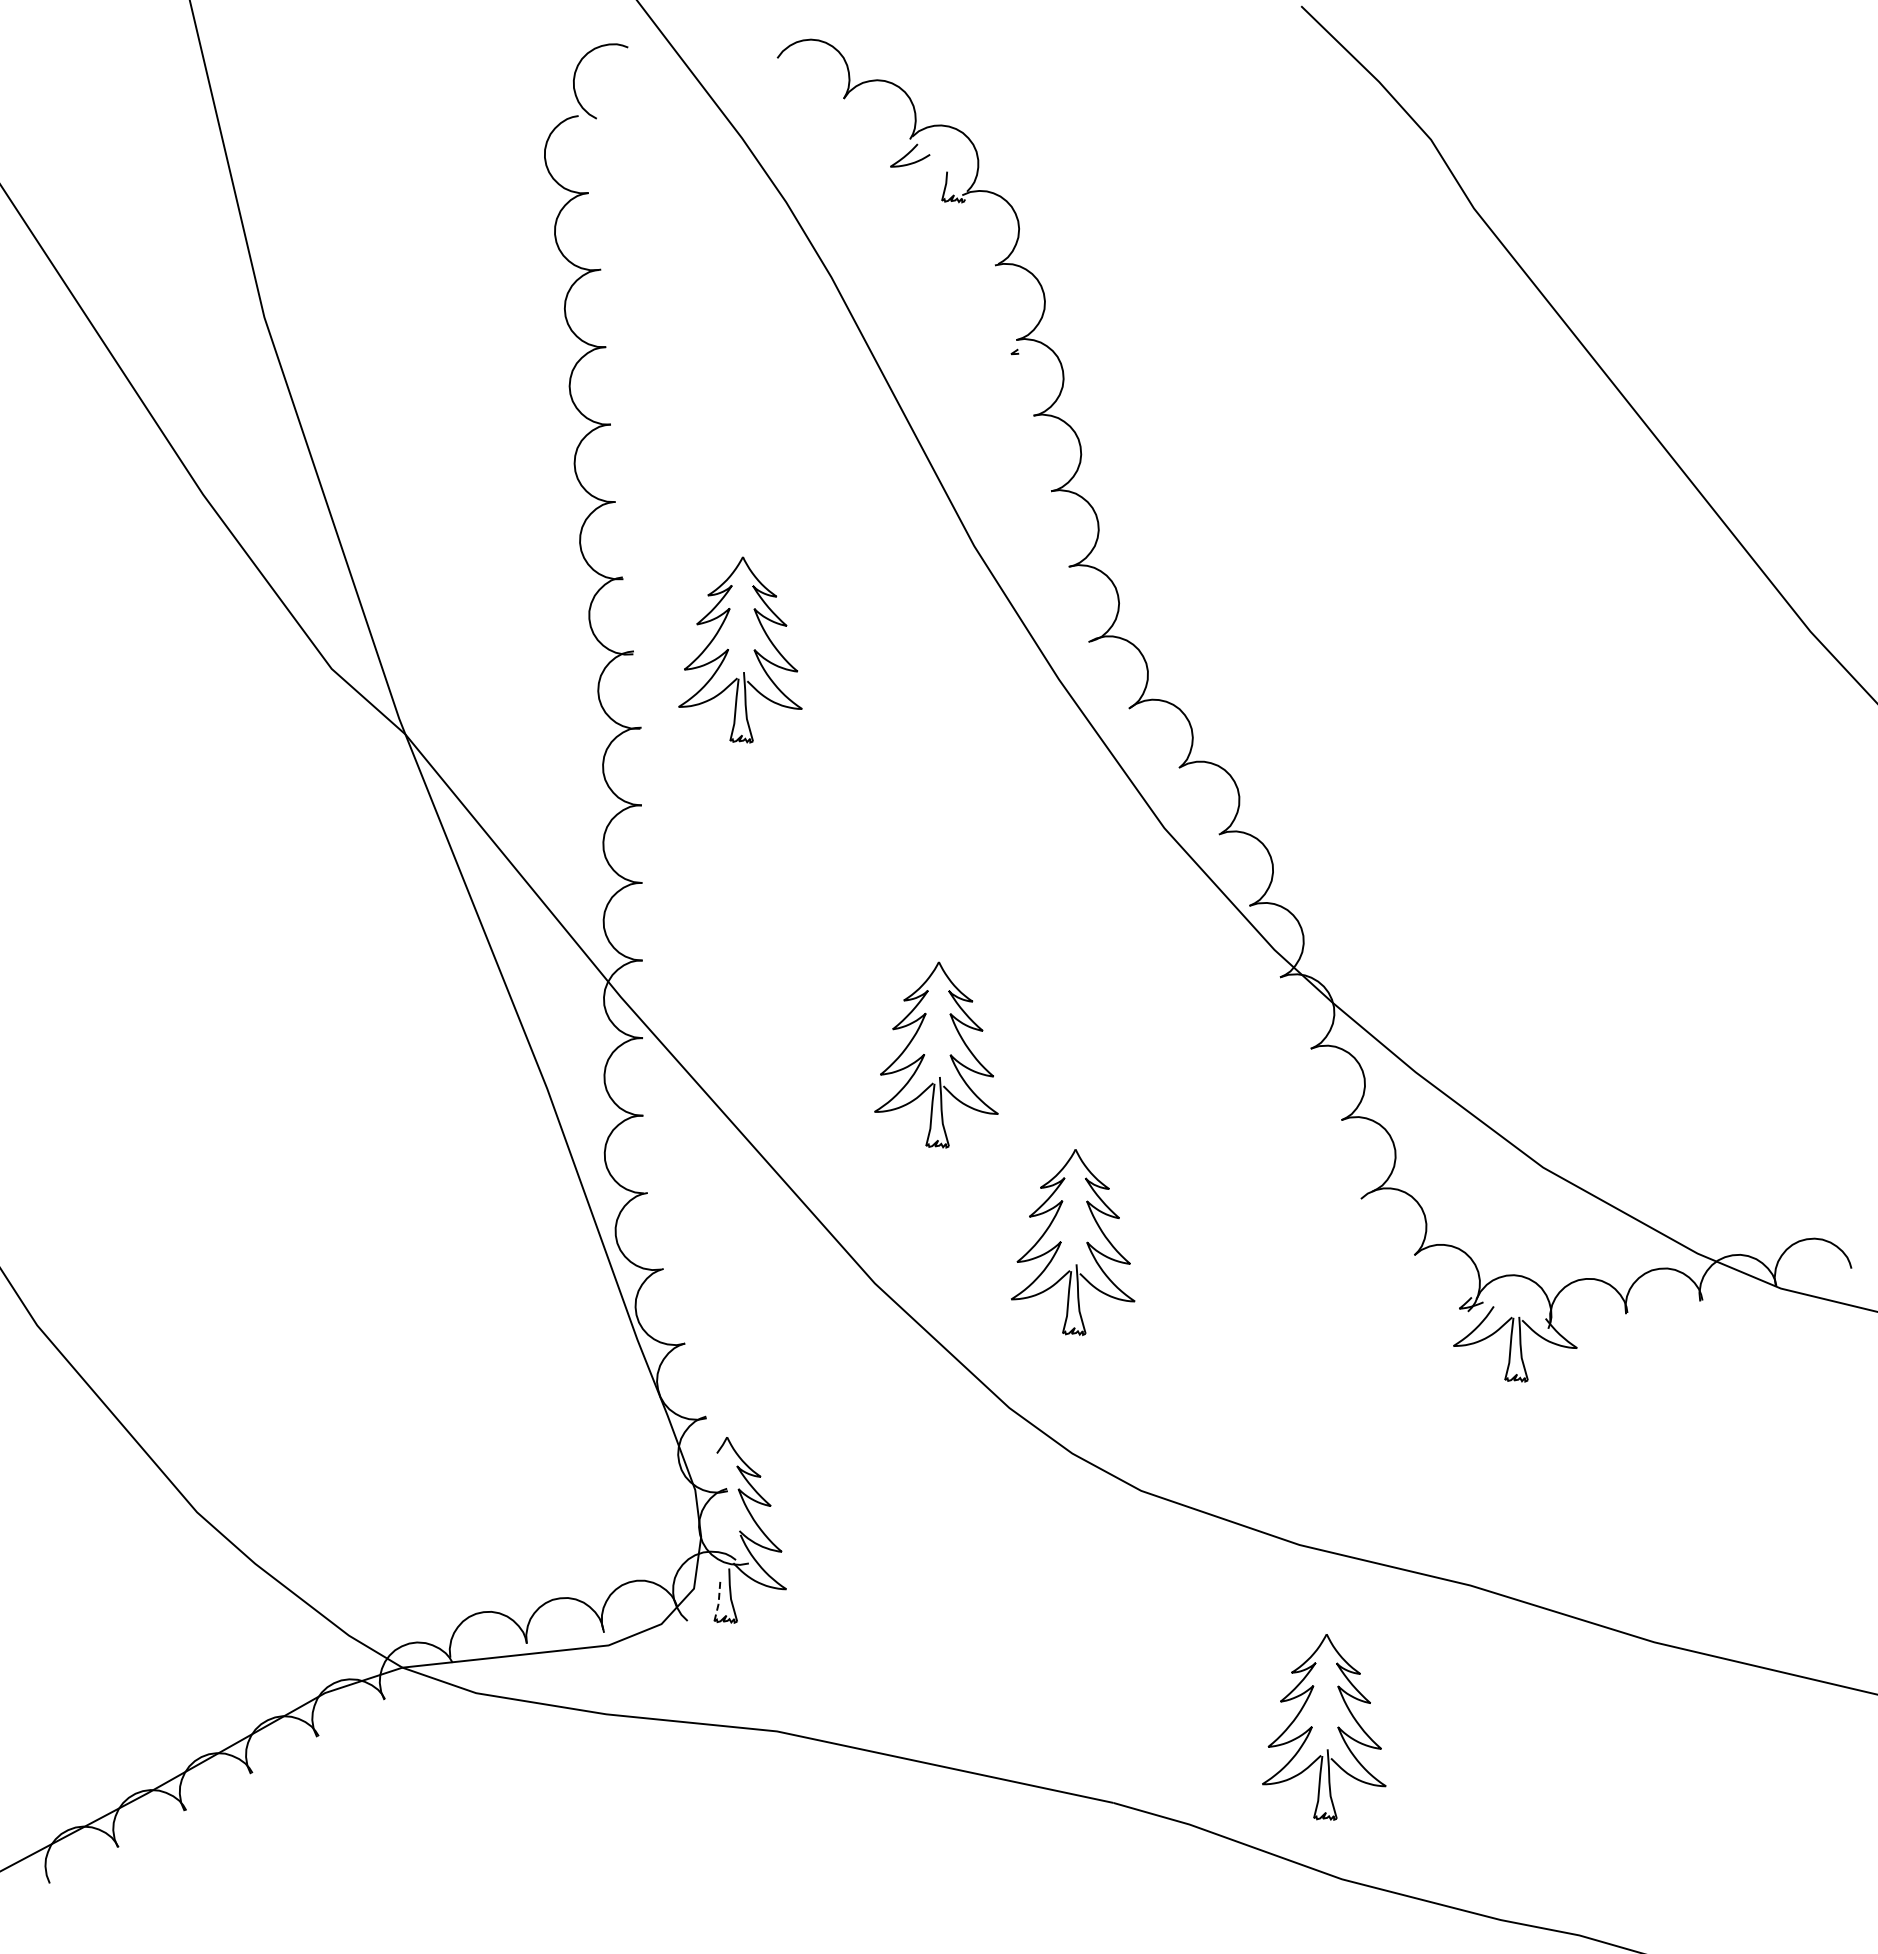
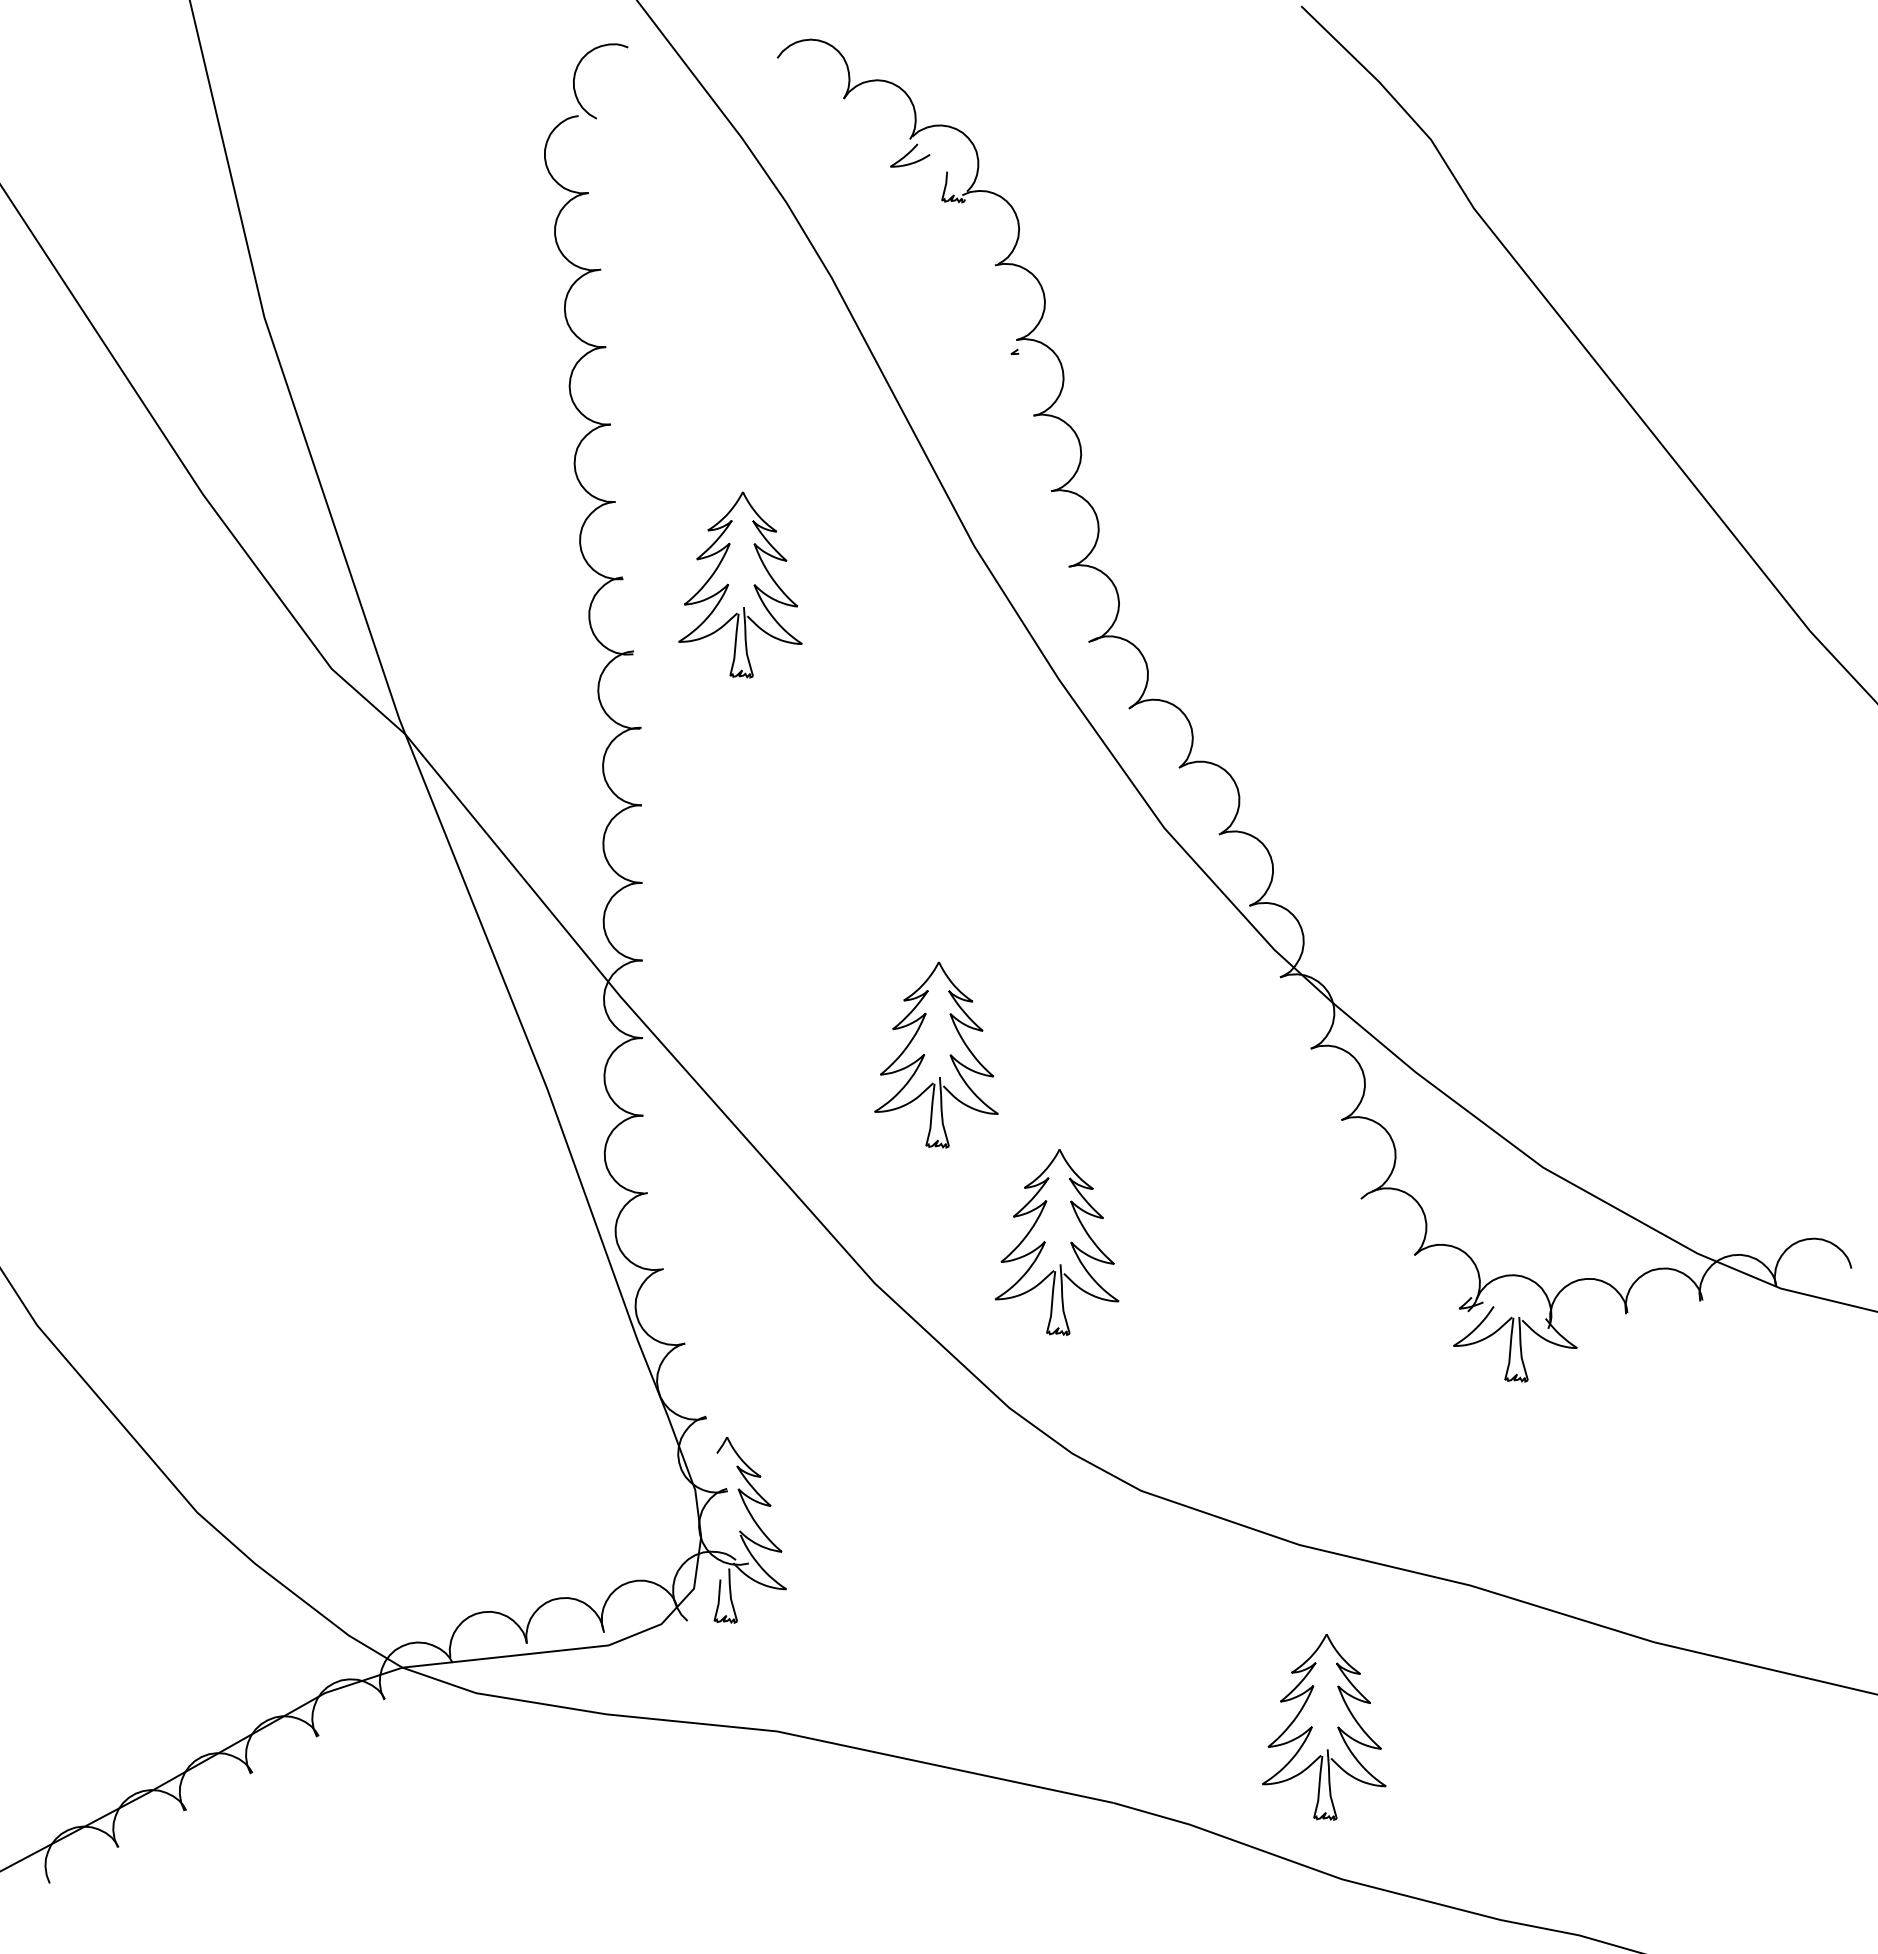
part at (728, 649) position: (728, 649) -> (728, 584)
part at (1073, 1242) position: (1073, 1242) -> (1057, 1242)
line at (718, 1601): dashed -> solid
